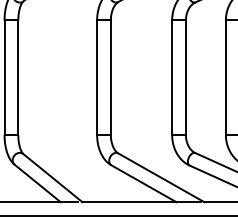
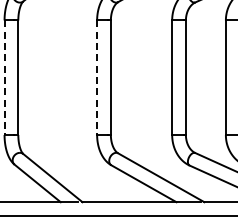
line at (4, 78): solid -> dashed
line at (97, 78): solid -> dashed
